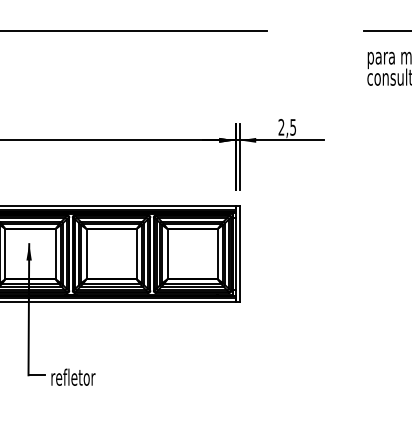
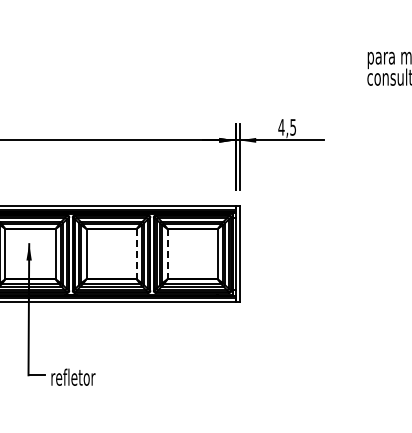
line at (134, 31): present -> none
line at (385, 31): present -> none
text at (281, 127): 2,5 -> 4,5
line at (136, 254): solid -> dashed
line at (167, 254): solid -> dashed
